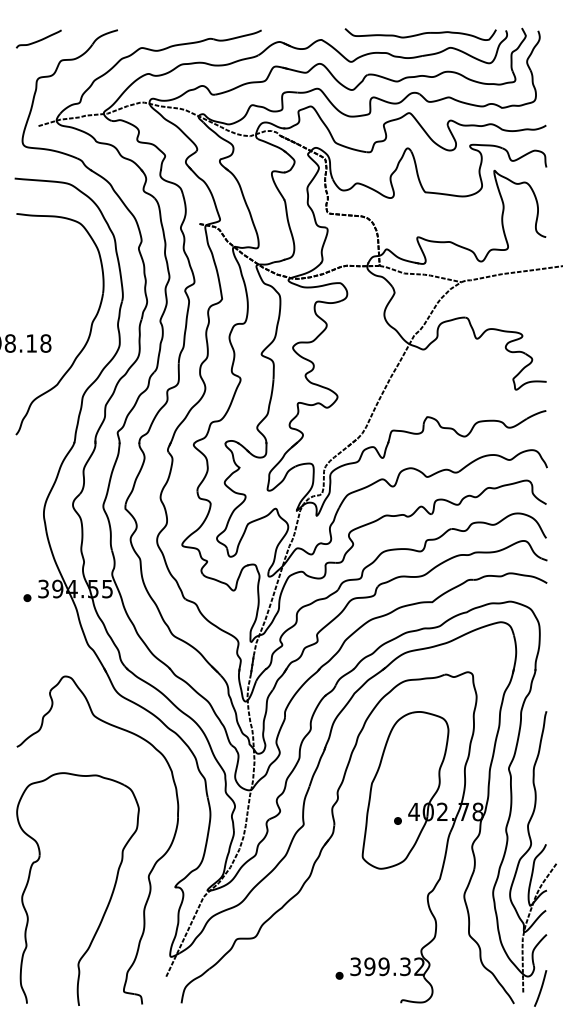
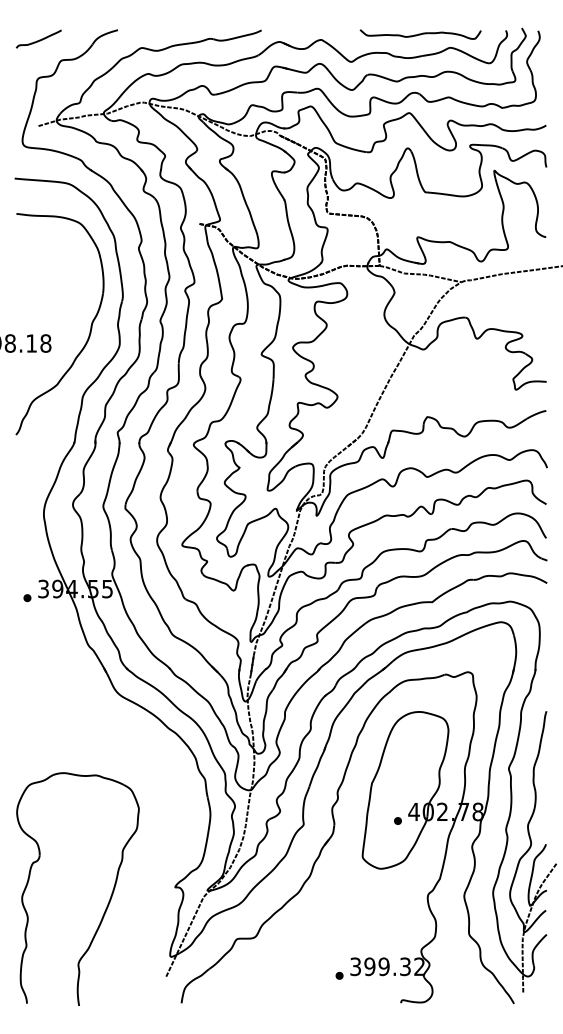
part at (420, 34) size: 153x13 px -> 123x11 px
part at (151, 868): present -> none
line at (540, 988): present -> none
